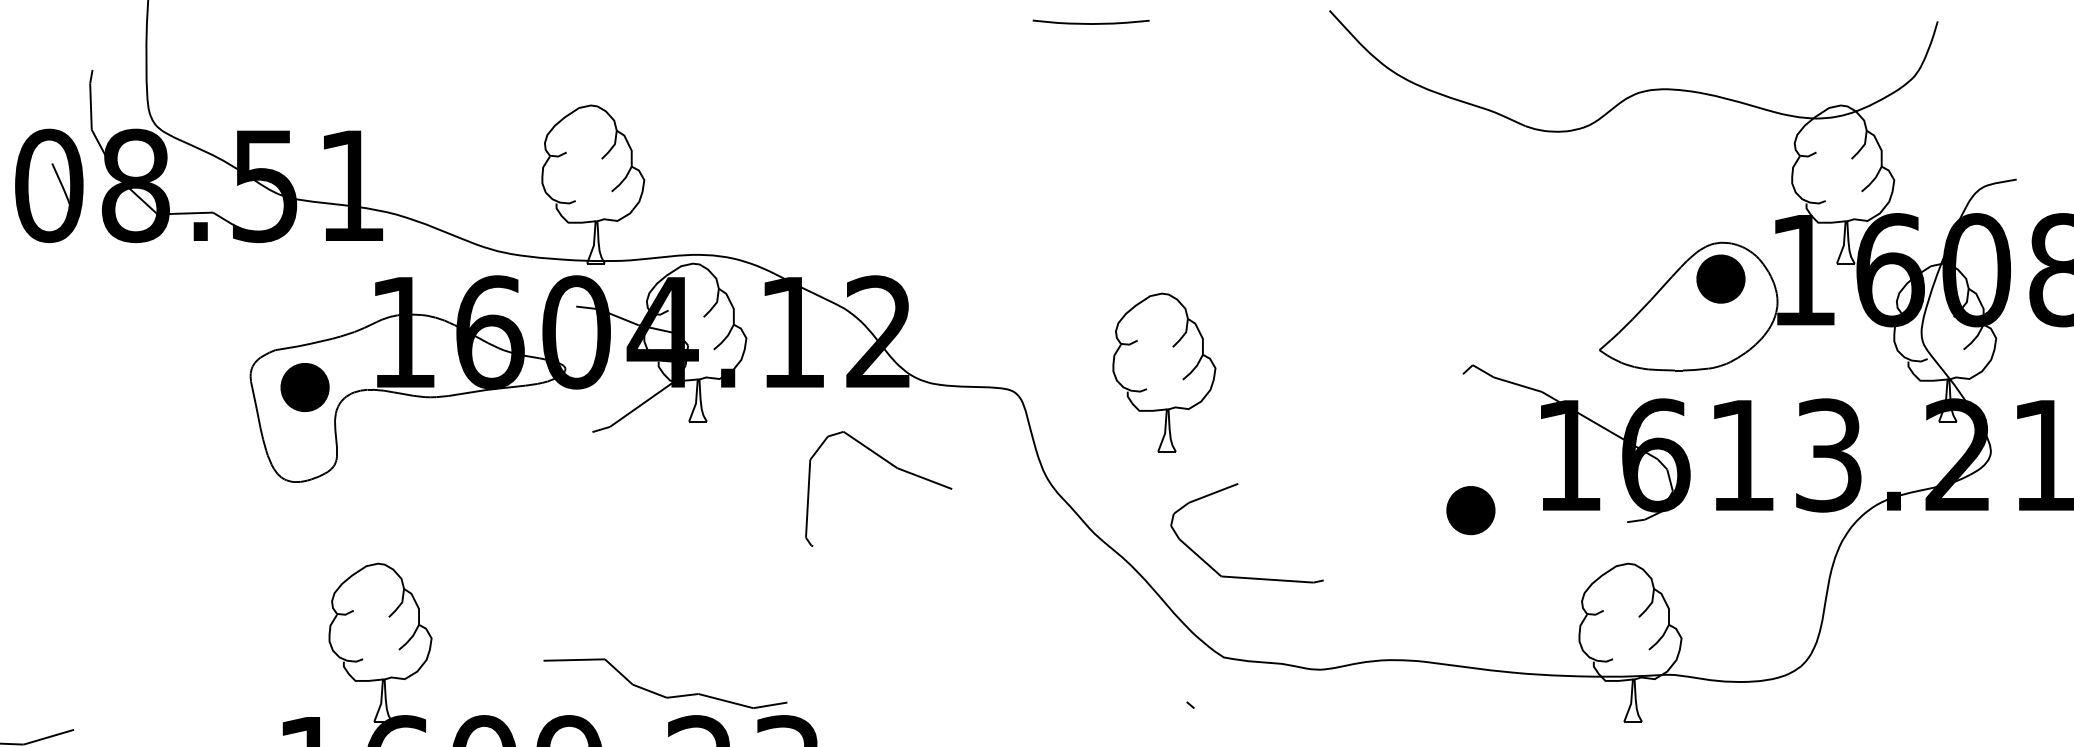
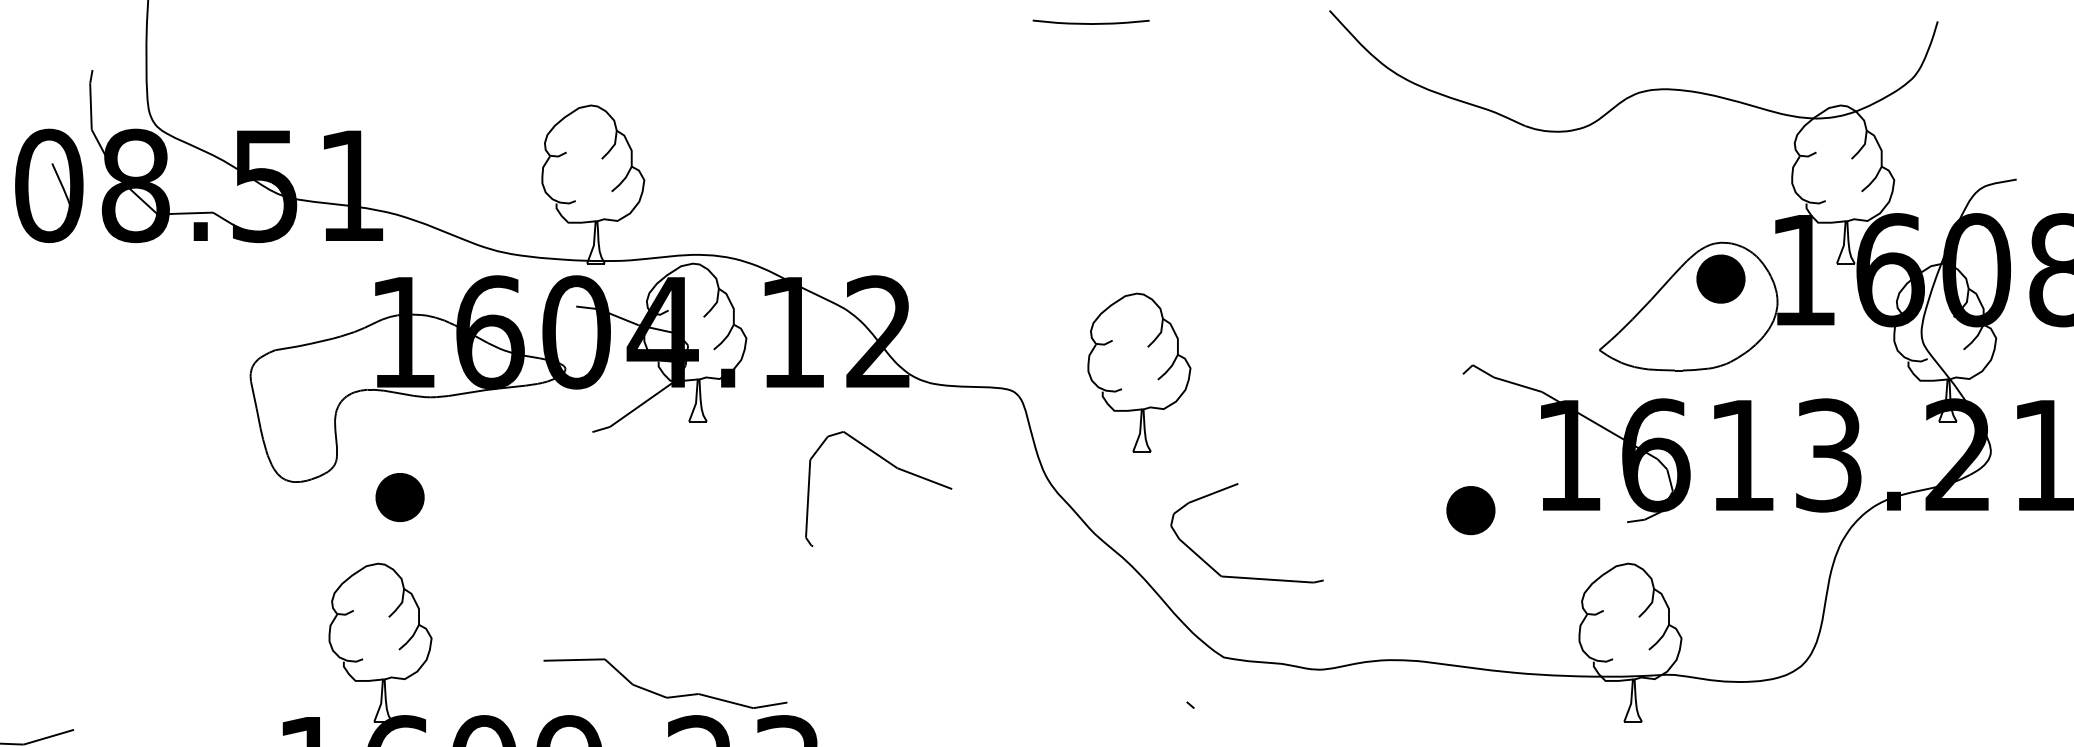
part at (1164, 372) position: (1164, 372) -> (1139, 372)
part at (304, 387) position: (304, 387) -> (399, 497)
